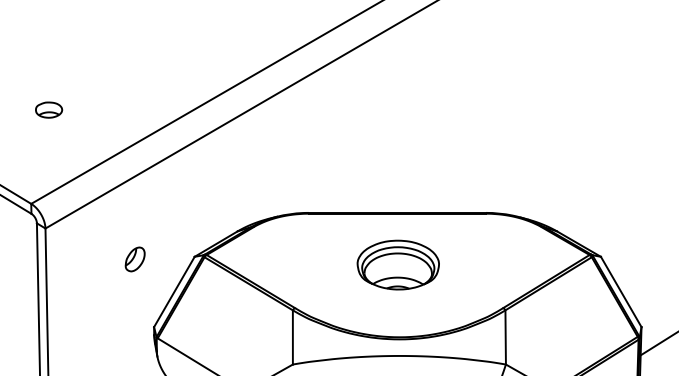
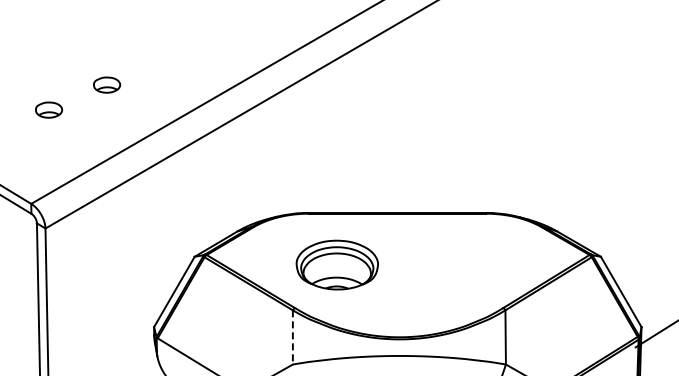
part at (107, 84): none -> present
part at (134, 259): present -> none
part at (397, 264) position: (397, 264) -> (336, 264)
line at (292, 337): solid -> dashed
line at (657, 344) position: (657, 344) -> (655, 334)
